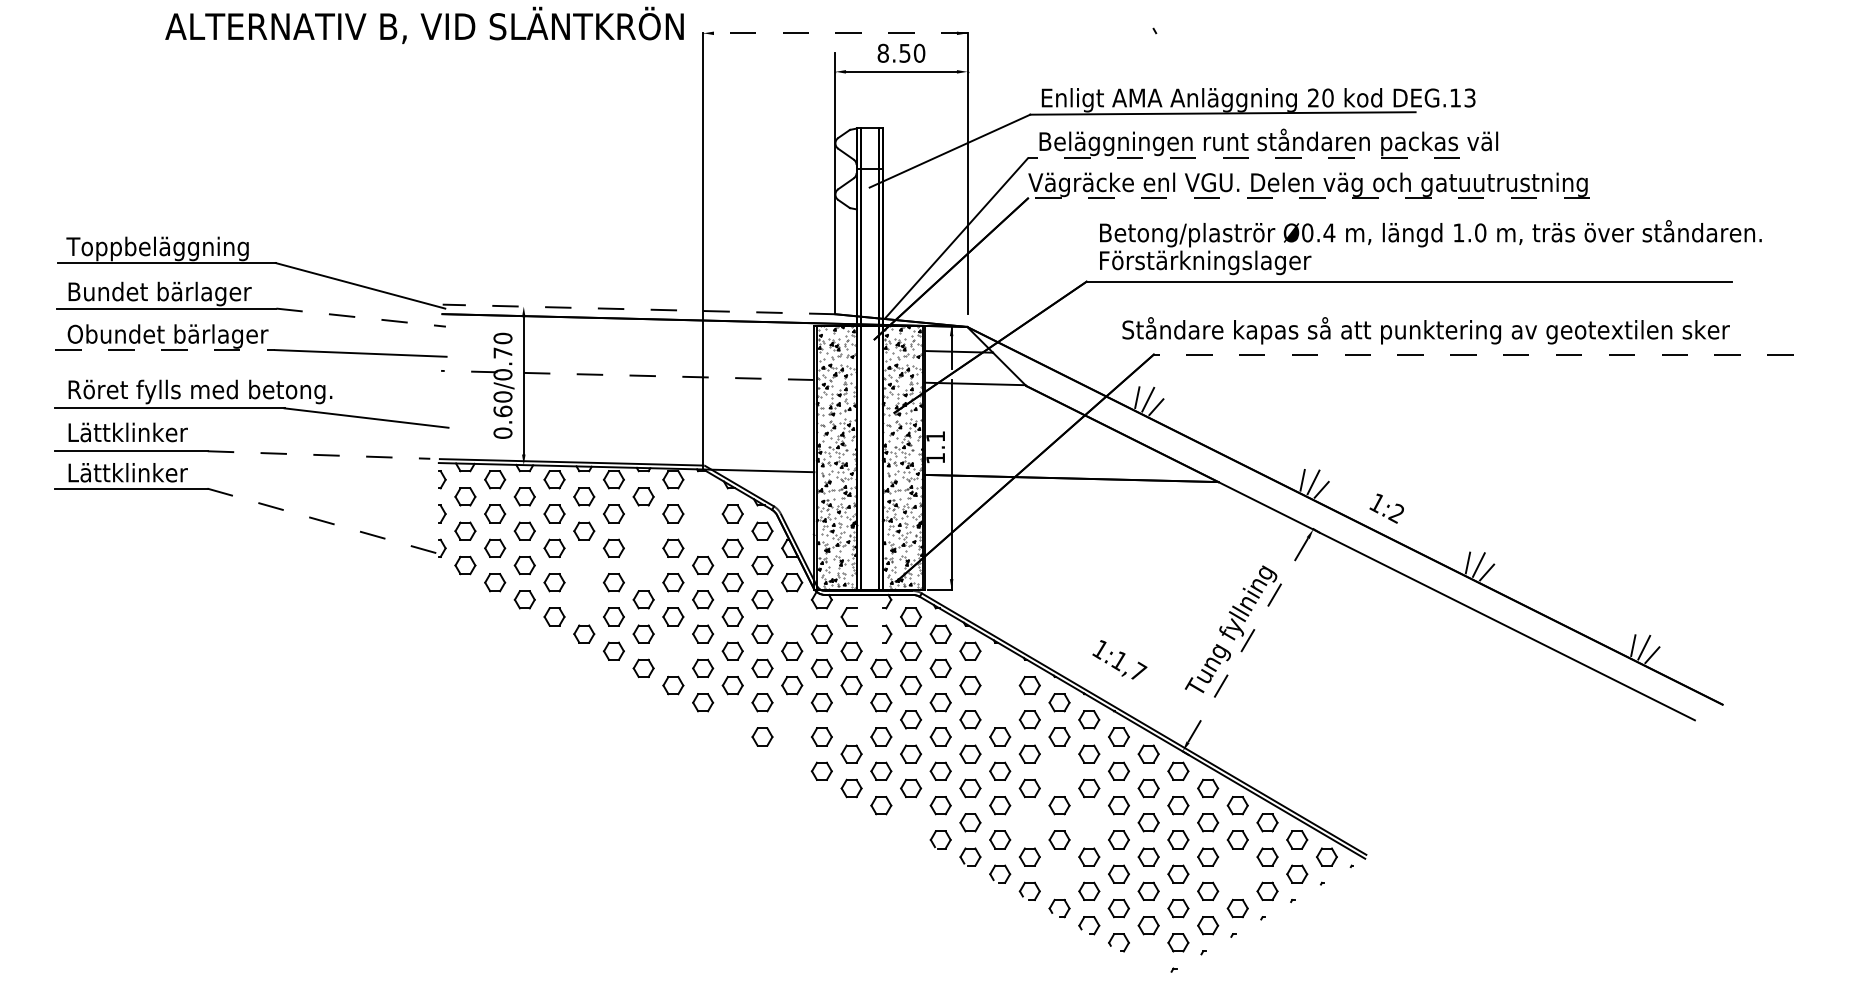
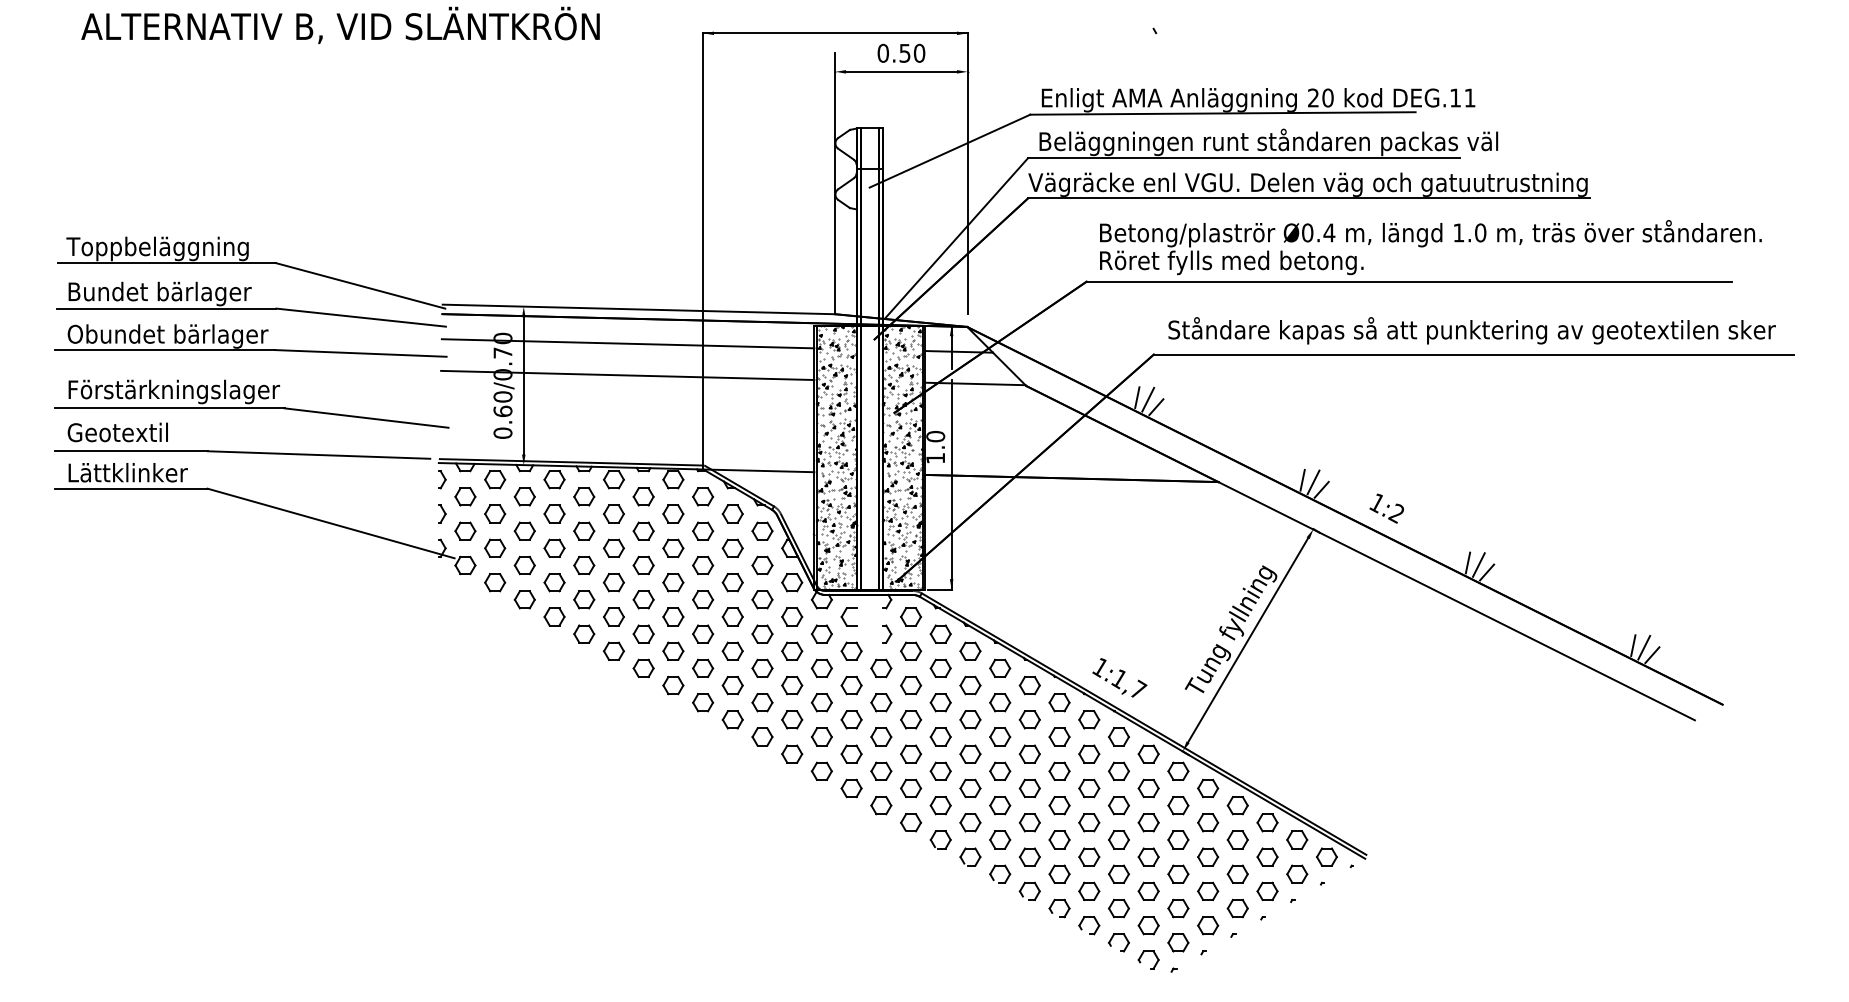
text at (424, 24) position: (424, 24) -> (340, 24)
line at (834, 33): dashed -> solid
text at (882, 53): 8.50 -> 0.50
text at (1469, 97): DEG.13 -> DEG.11
line at (1243, 158): dashed -> solid
line at (1308, 198): dashed -> solid
text at (1232, 262): Förstärkningslager -> Röret fylls med betong.
line at (638, 309): dashed -> solid
line at (361, 317): dashed -> solid
text at (1425, 330) position: (1425, 330) -> (1471, 330)
line at (627, 343): none -> present
line at (165, 350): dashed -> solid
line at (1473, 354): dashed -> solid
line at (627, 375): dashed -> solid
text at (201, 391): Röret fylls med betong. -> Förstärkningslager
text at (127, 432): Lättklinker -> Geotextil
text at (935, 436): 1.1 -> 1.0
line at (319, 455): dashed -> solid
part at (703, 496): none -> present
line at (331, 523): dashed -> solid
part at (643, 530): none -> present
part at (703, 530): none -> present
part at (584, 565): none -> present
part at (643, 565): none -> present
part at (584, 599): none -> present
part at (792, 616): none -> present
line at (1247, 640): dashed -> solid
part at (673, 650): none -> present
text at (1119, 659) position: (1119, 659) -> (1119, 677)
part at (1000, 667): none -> present
part at (1000, 702): none -> present
part at (732, 719): none -> present
part at (792, 719): none -> present
part at (851, 719): none -> present
part at (792, 753): none -> present
part at (1059, 770): none -> present
part at (910, 822): none -> present
part at (1029, 822): none -> present
part at (1089, 822): none -> present
part at (1059, 873): none -> present
part at (1237, 873): none -> present
part at (1143, 954): none -> present
